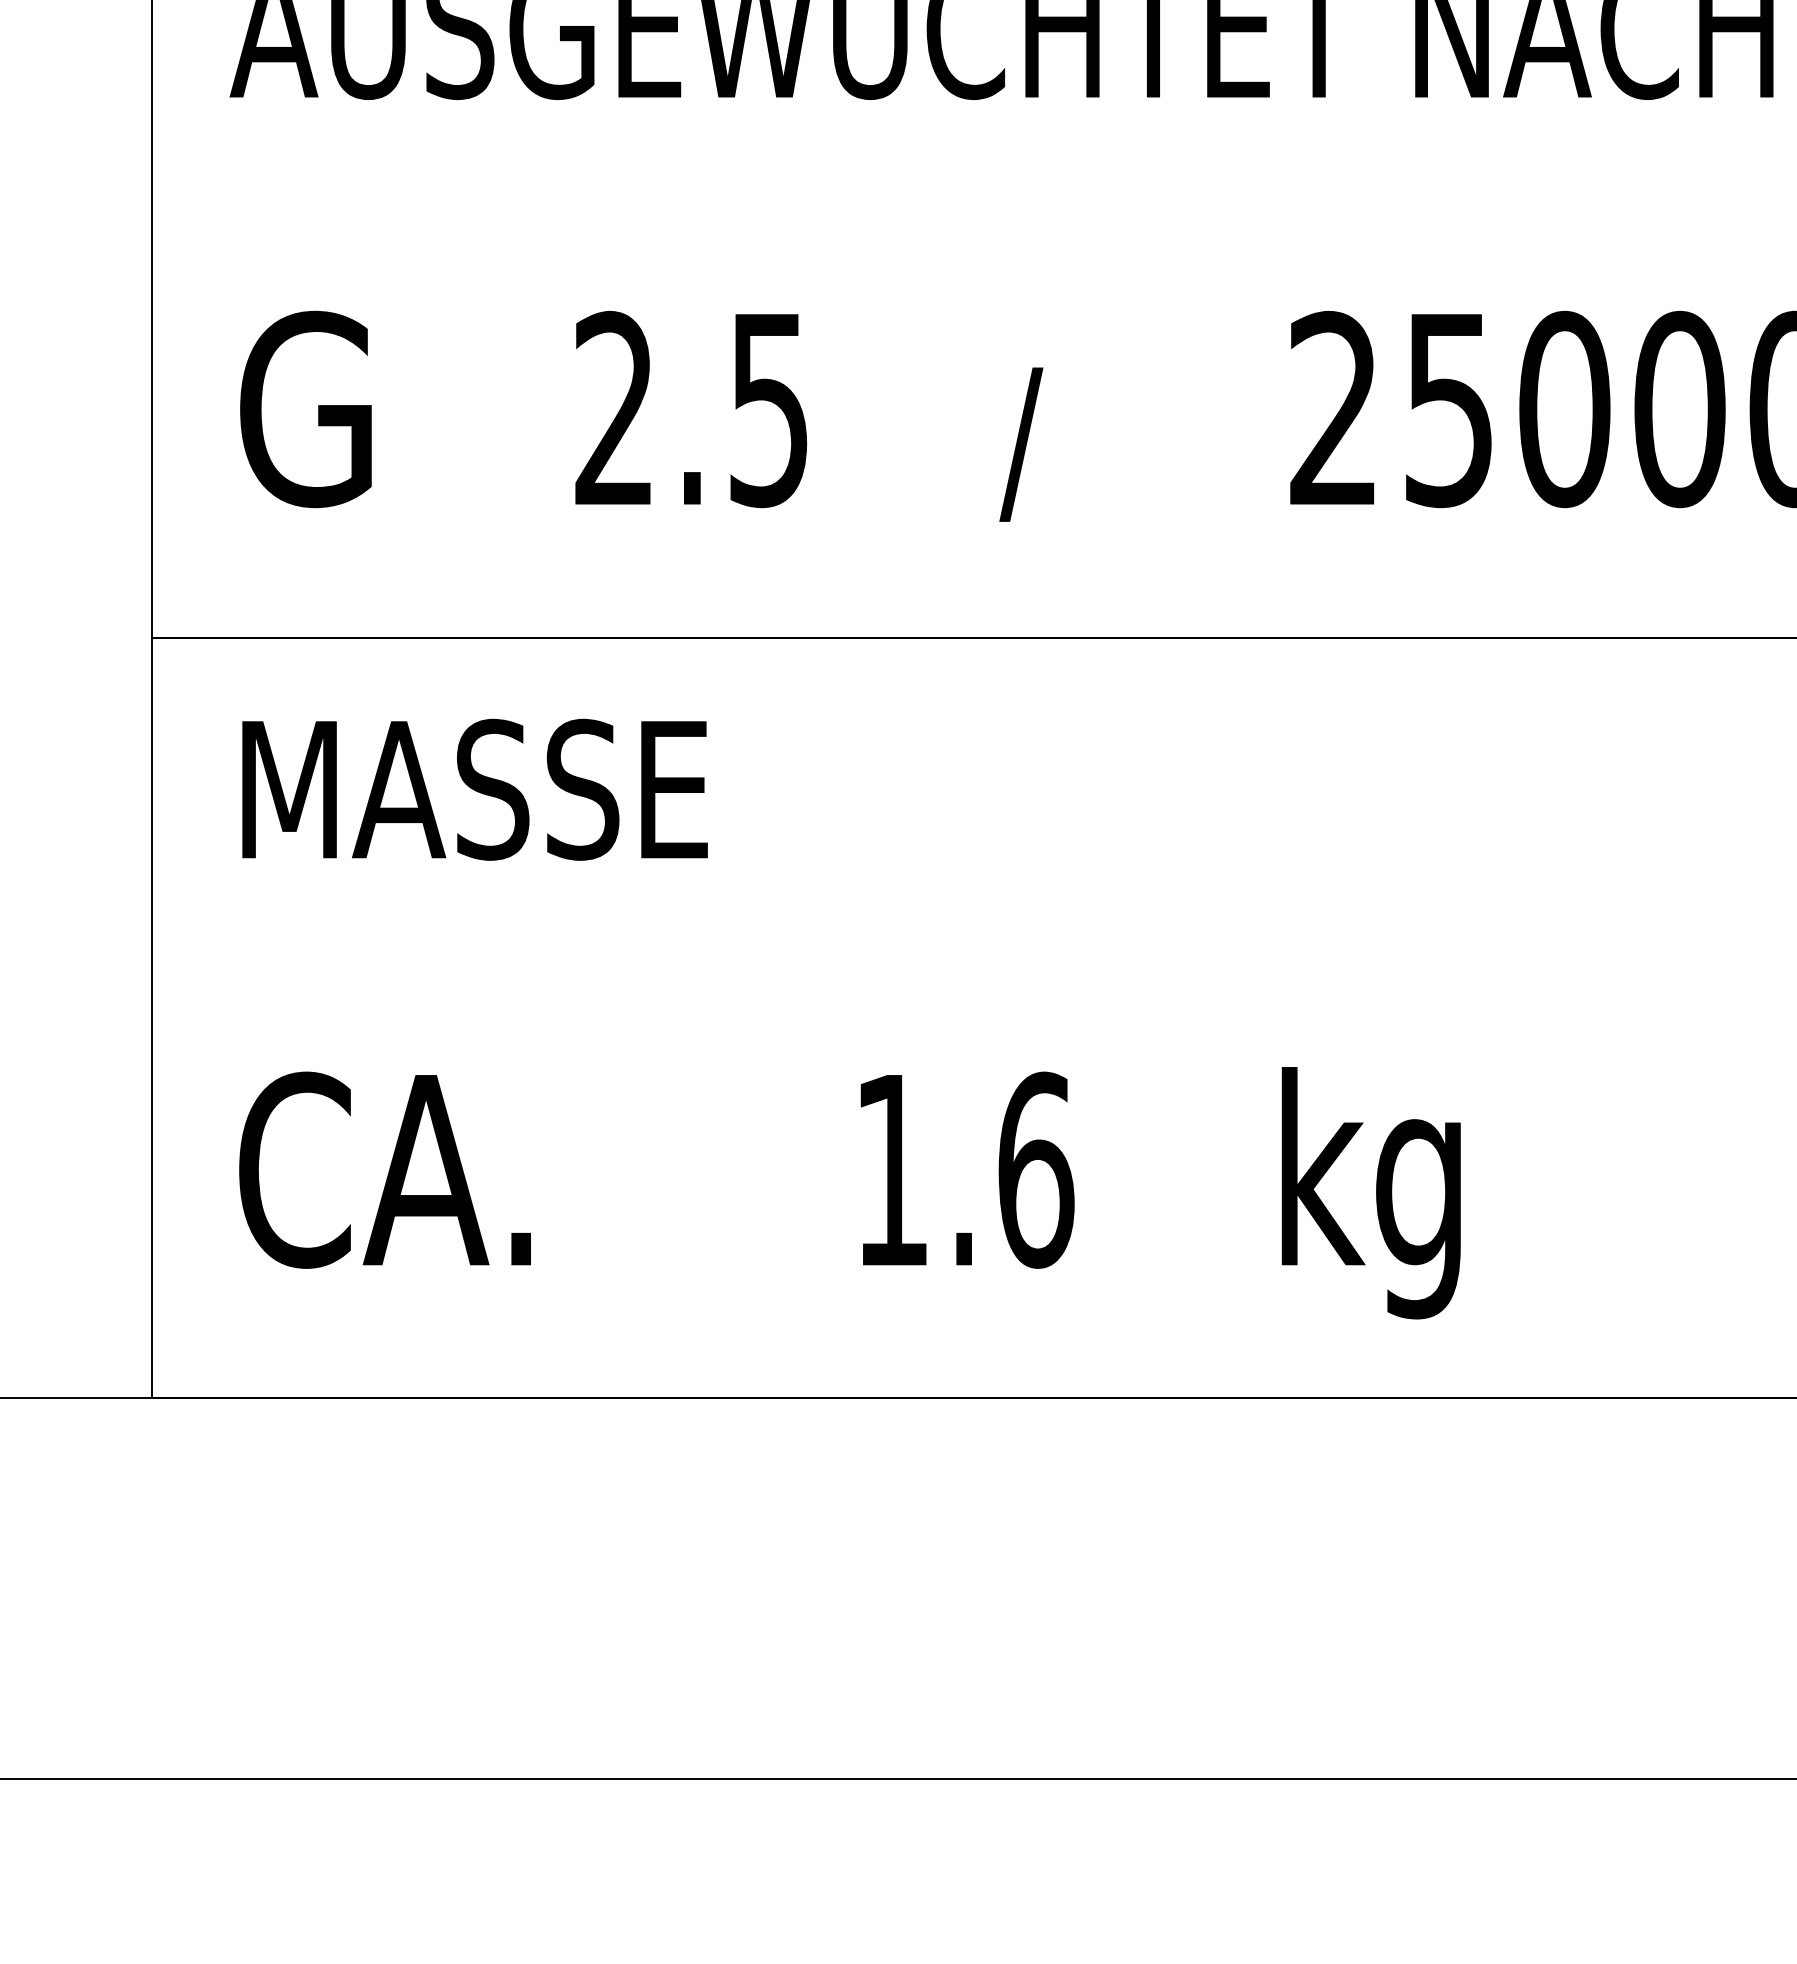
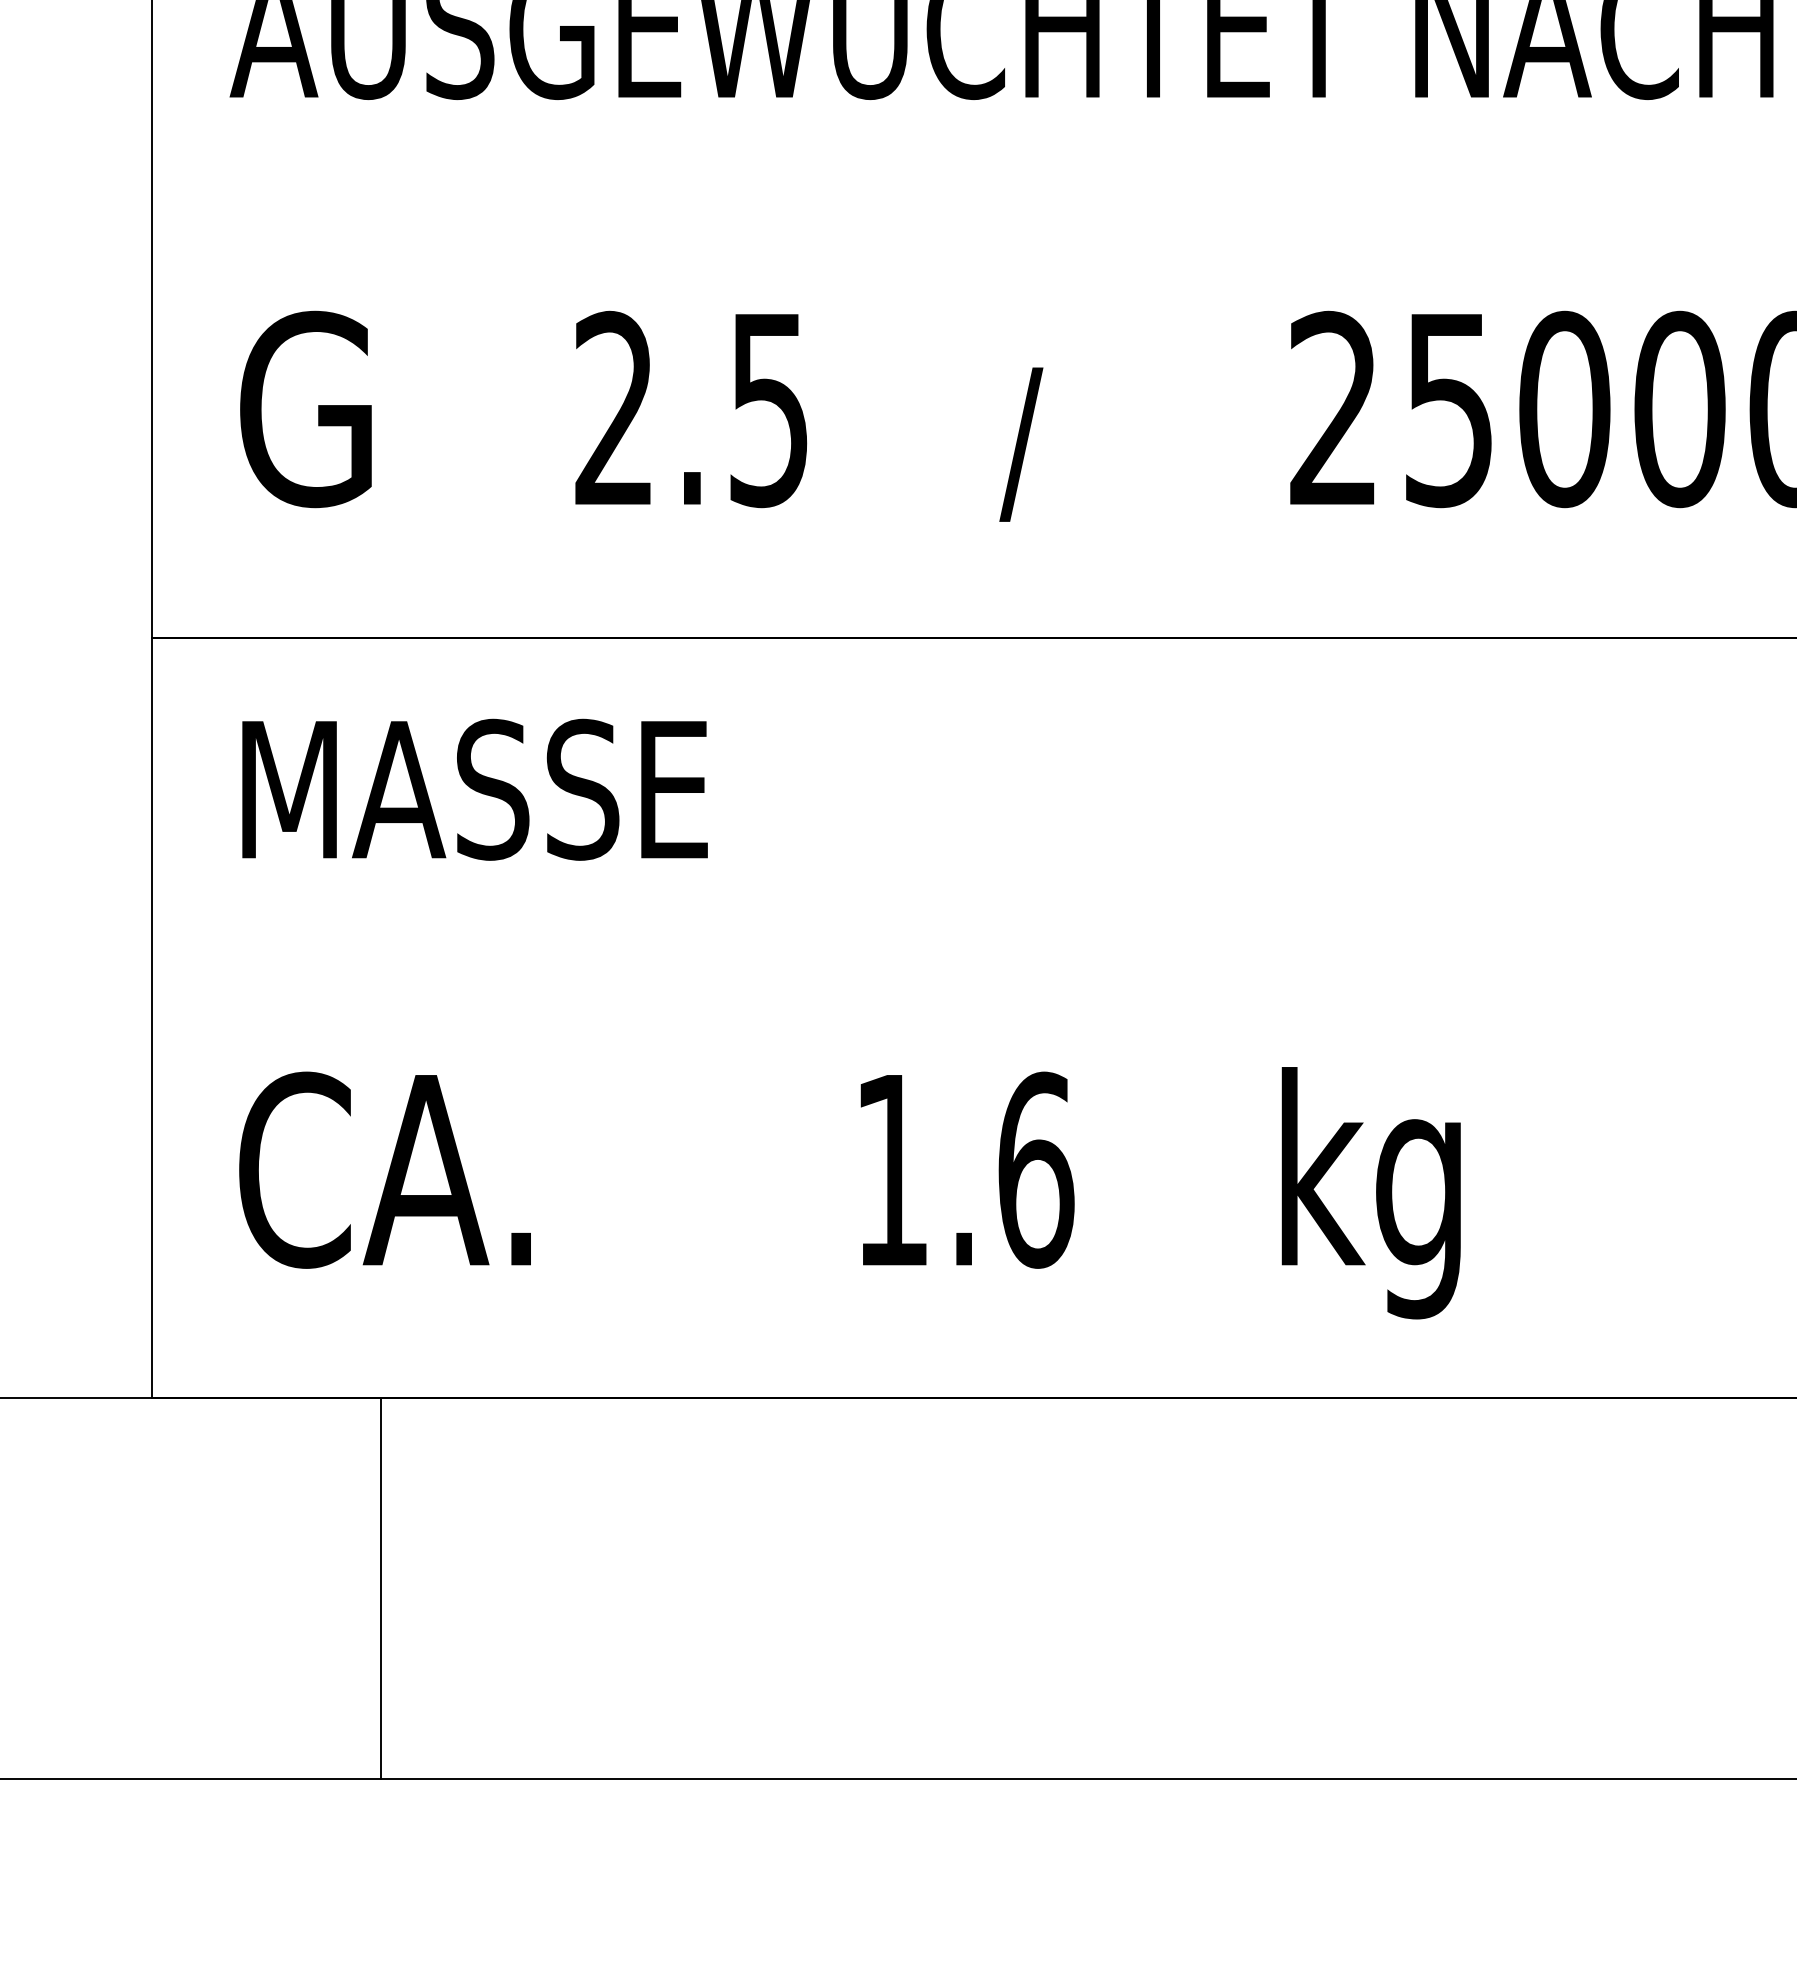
line at (380, 1588): none -> present
